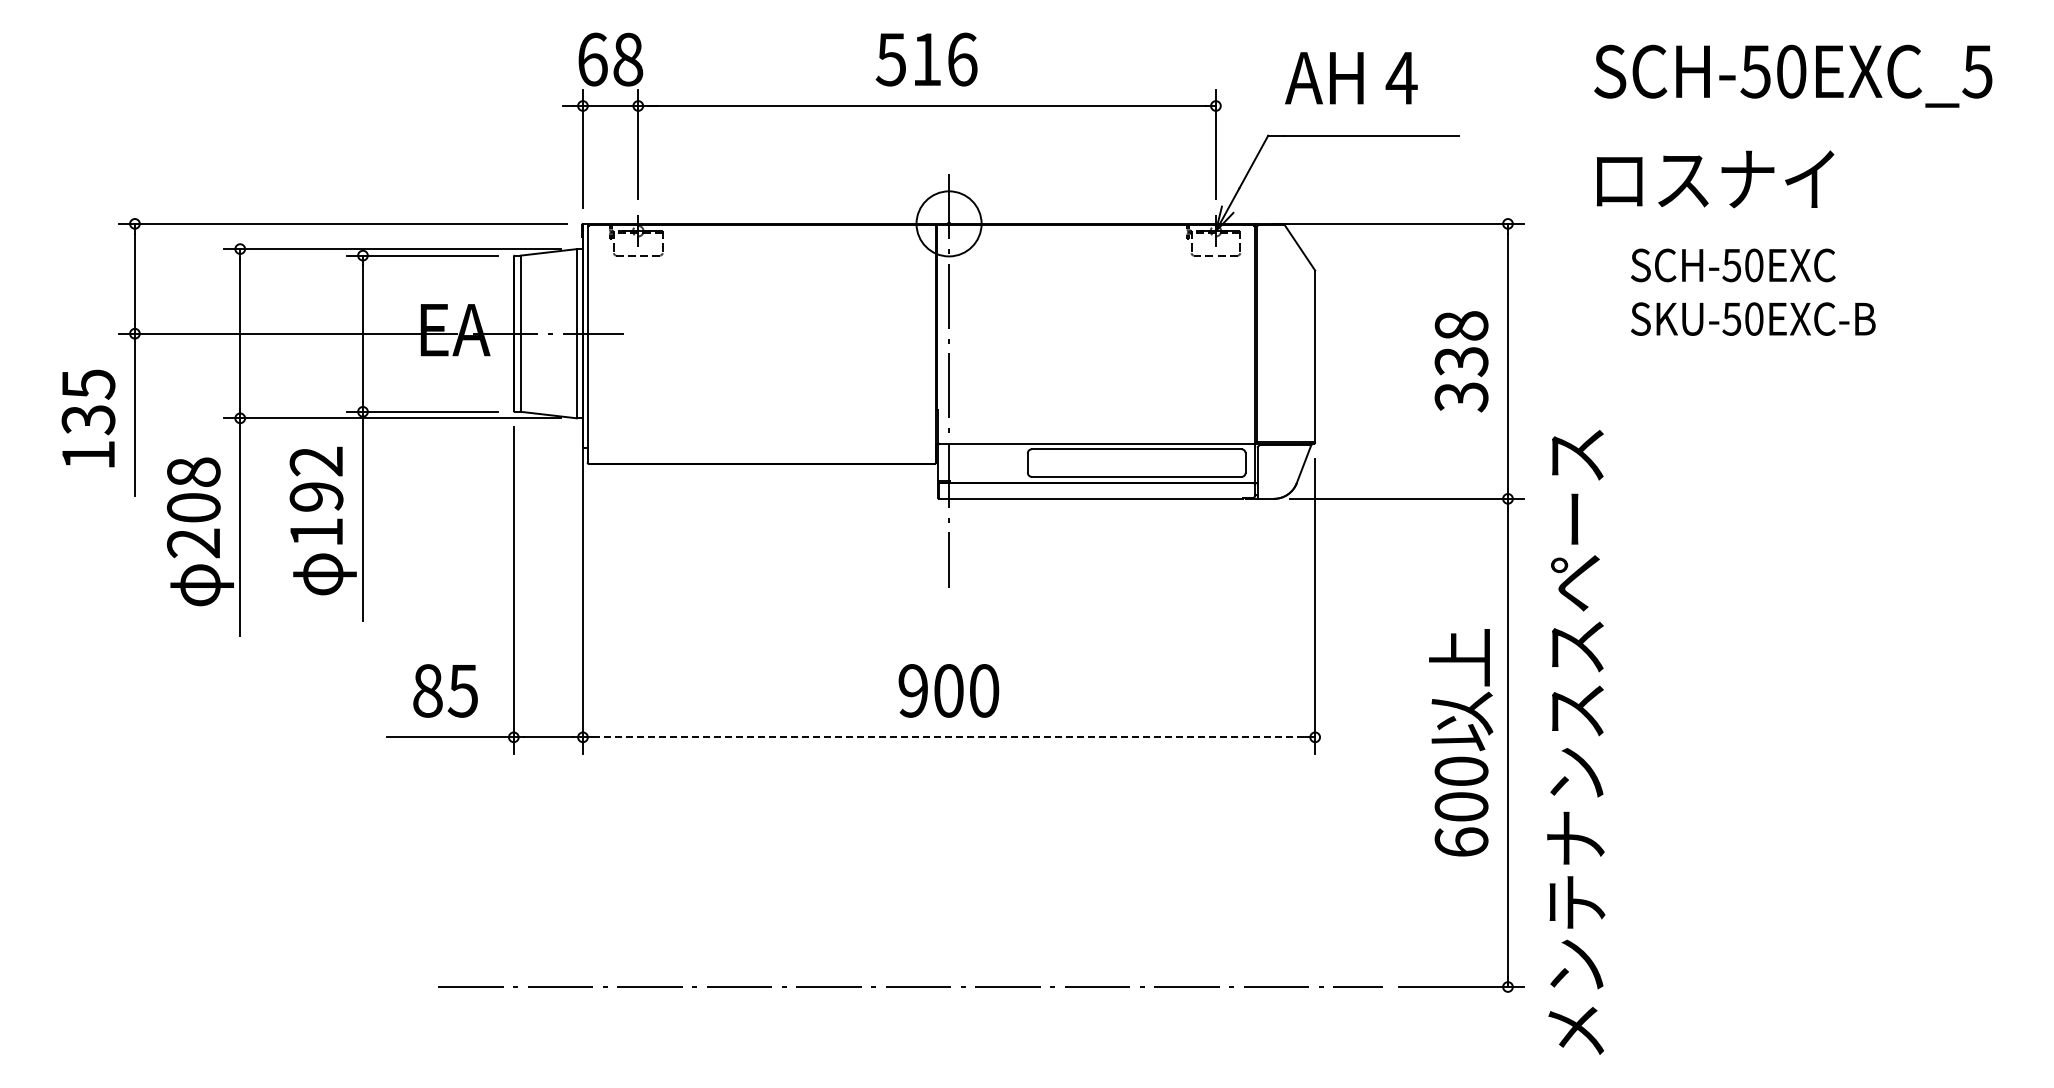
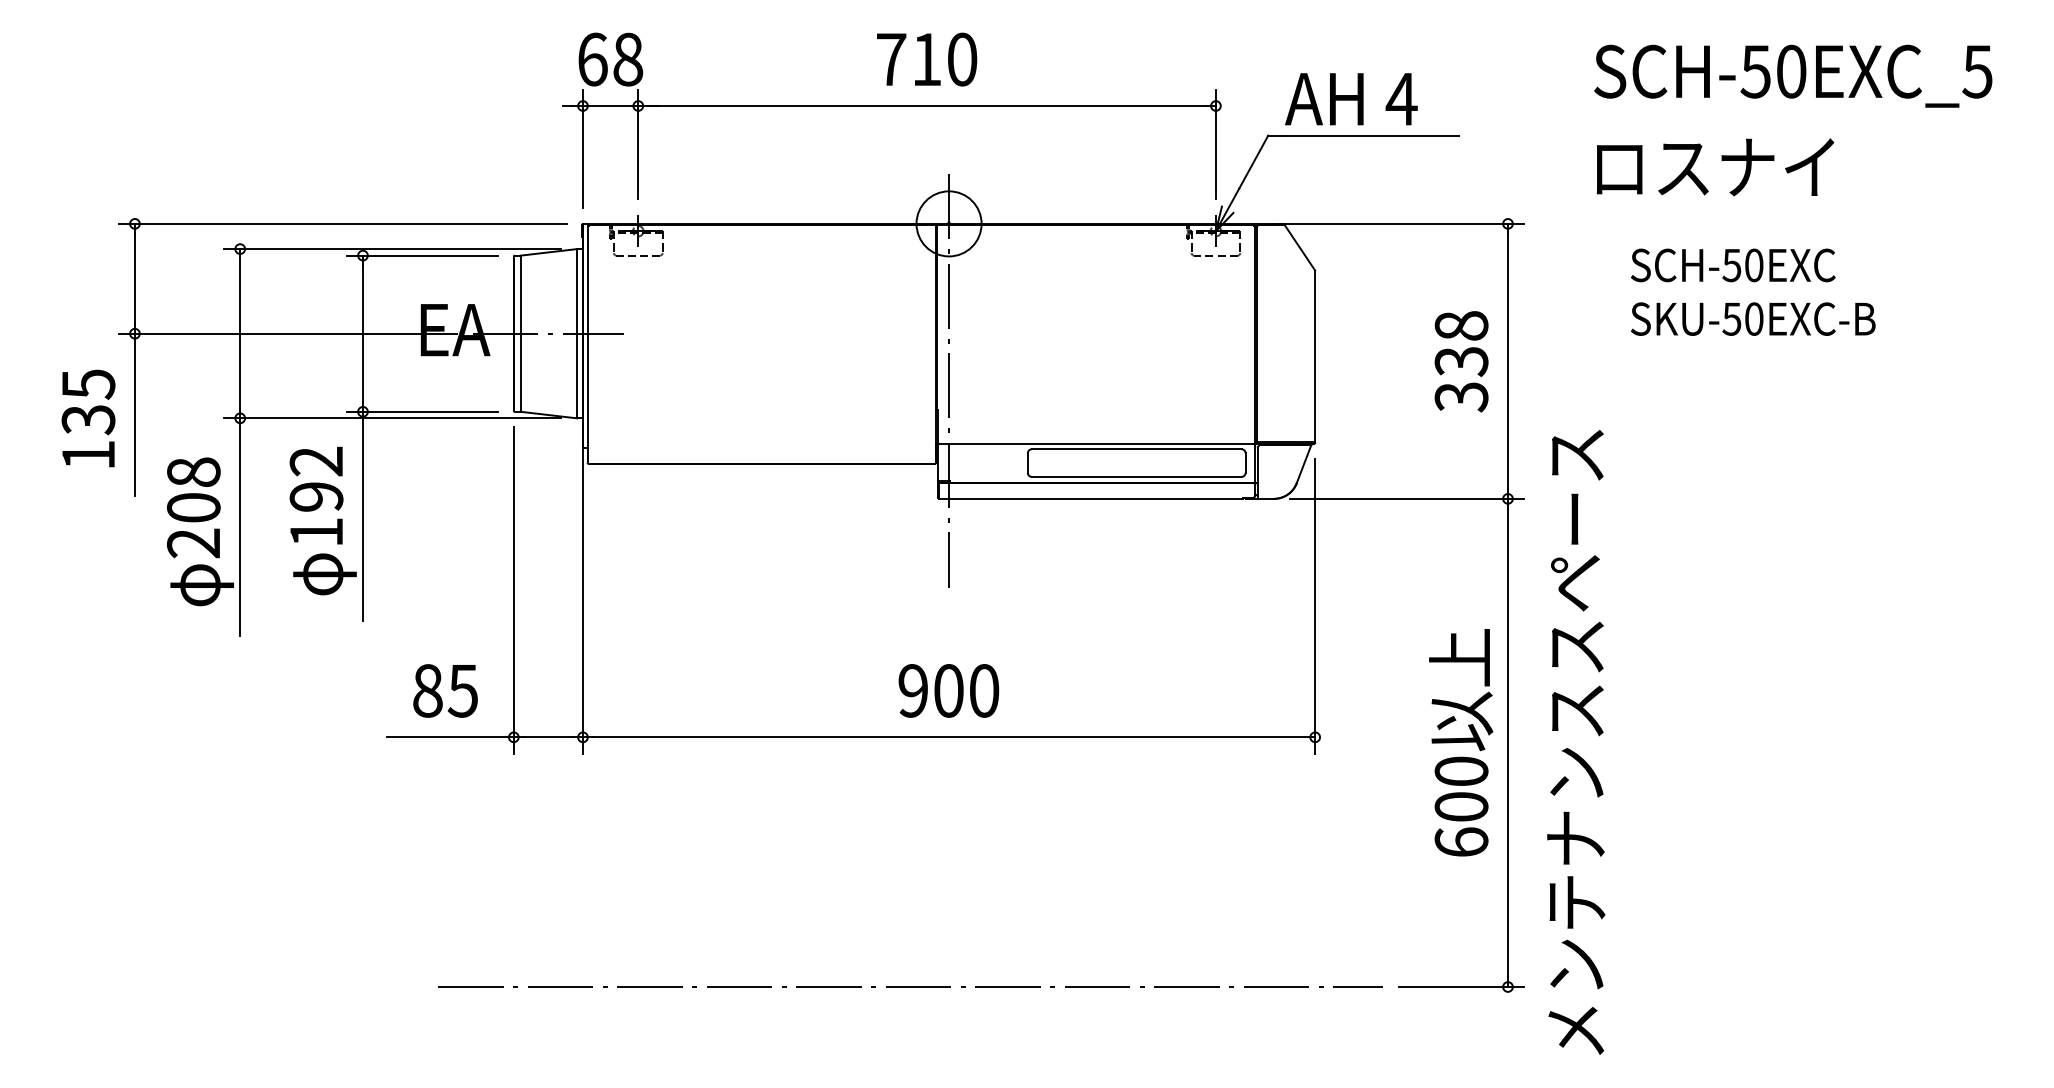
text at (926, 59): 516 -> 710
text at (1351, 78) position: (1351, 78) -> (1351, 99)
text at (1715, 179) position: (1715, 179) -> (1715, 167)
line at (949, 737): dashed -> solid
